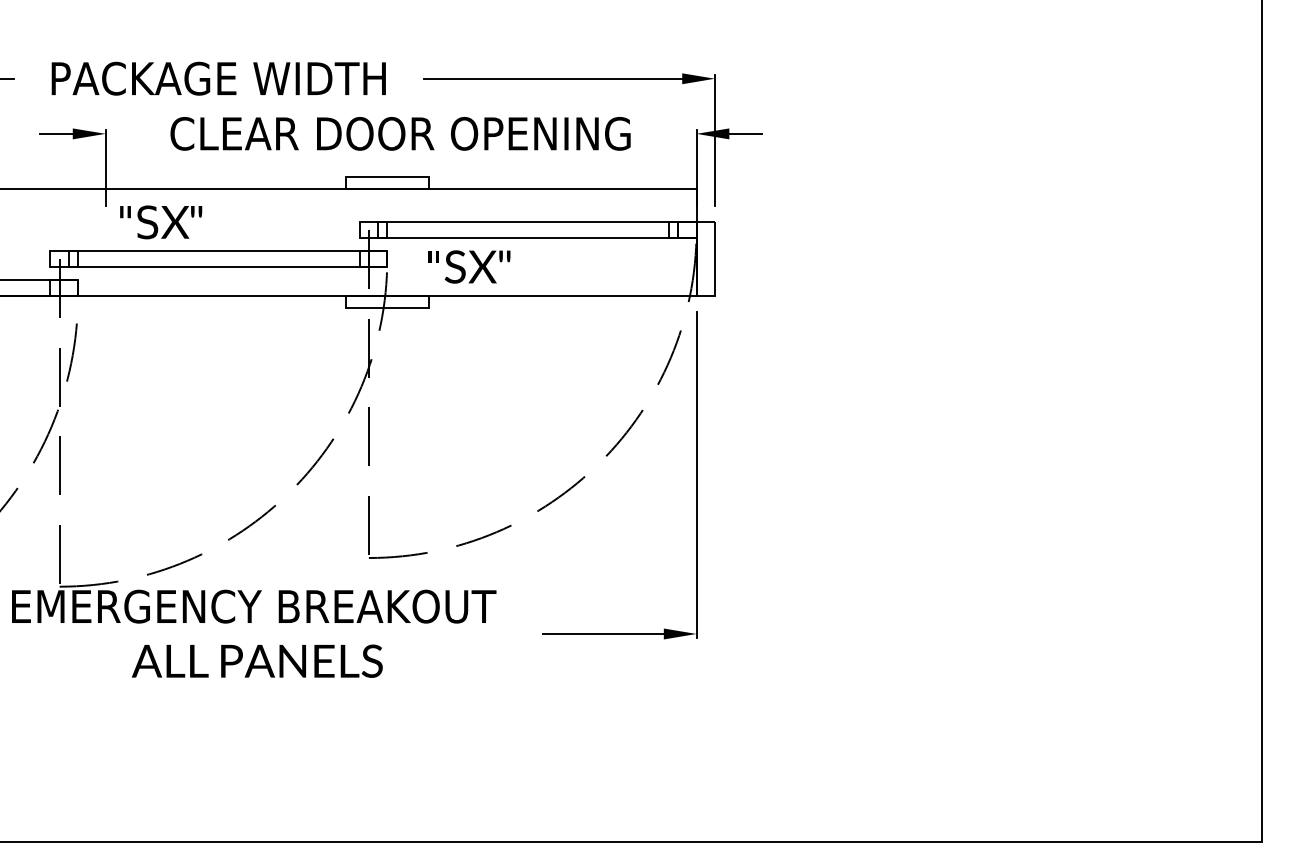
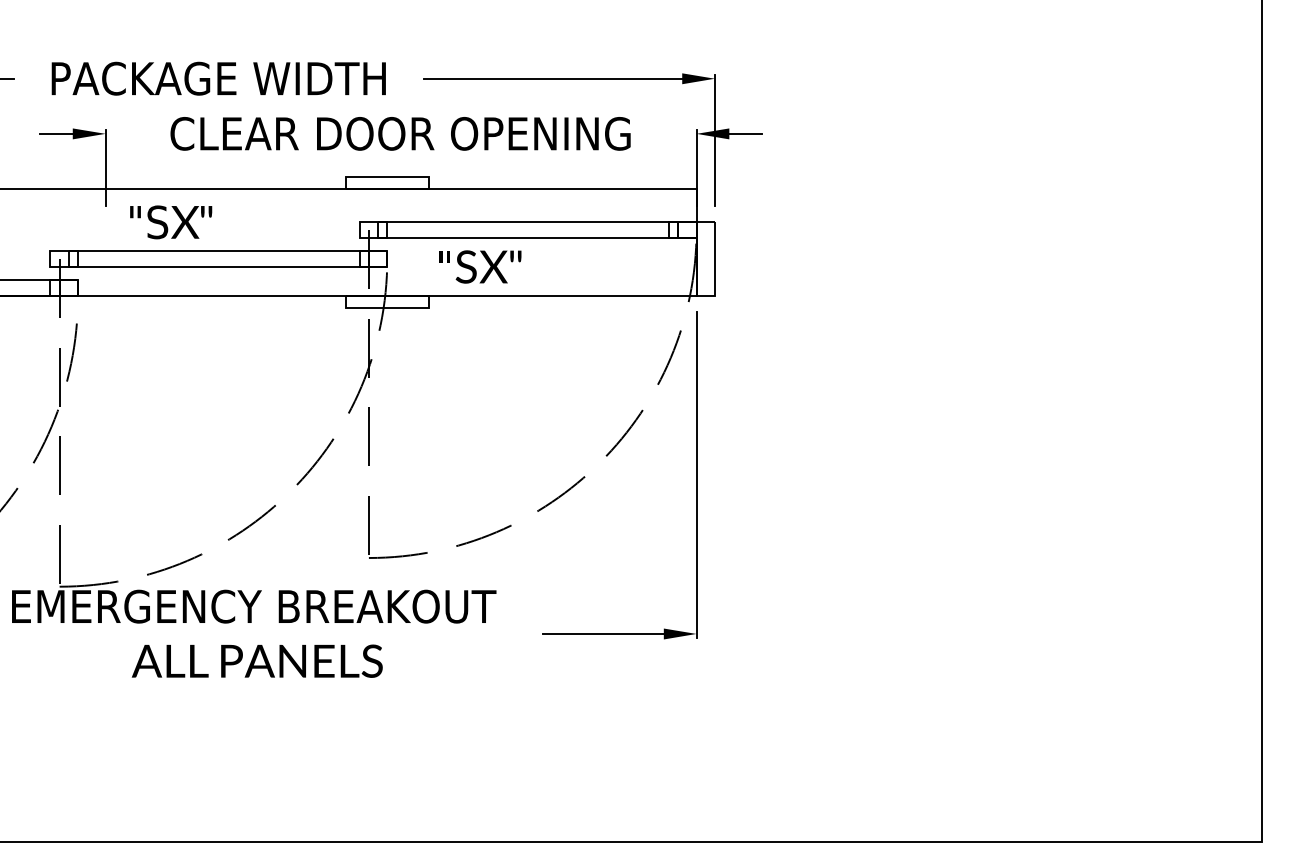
text at (161, 222) position: (161, 222) -> (171, 222)
text at (469, 266) position: (469, 266) -> (480, 266)
